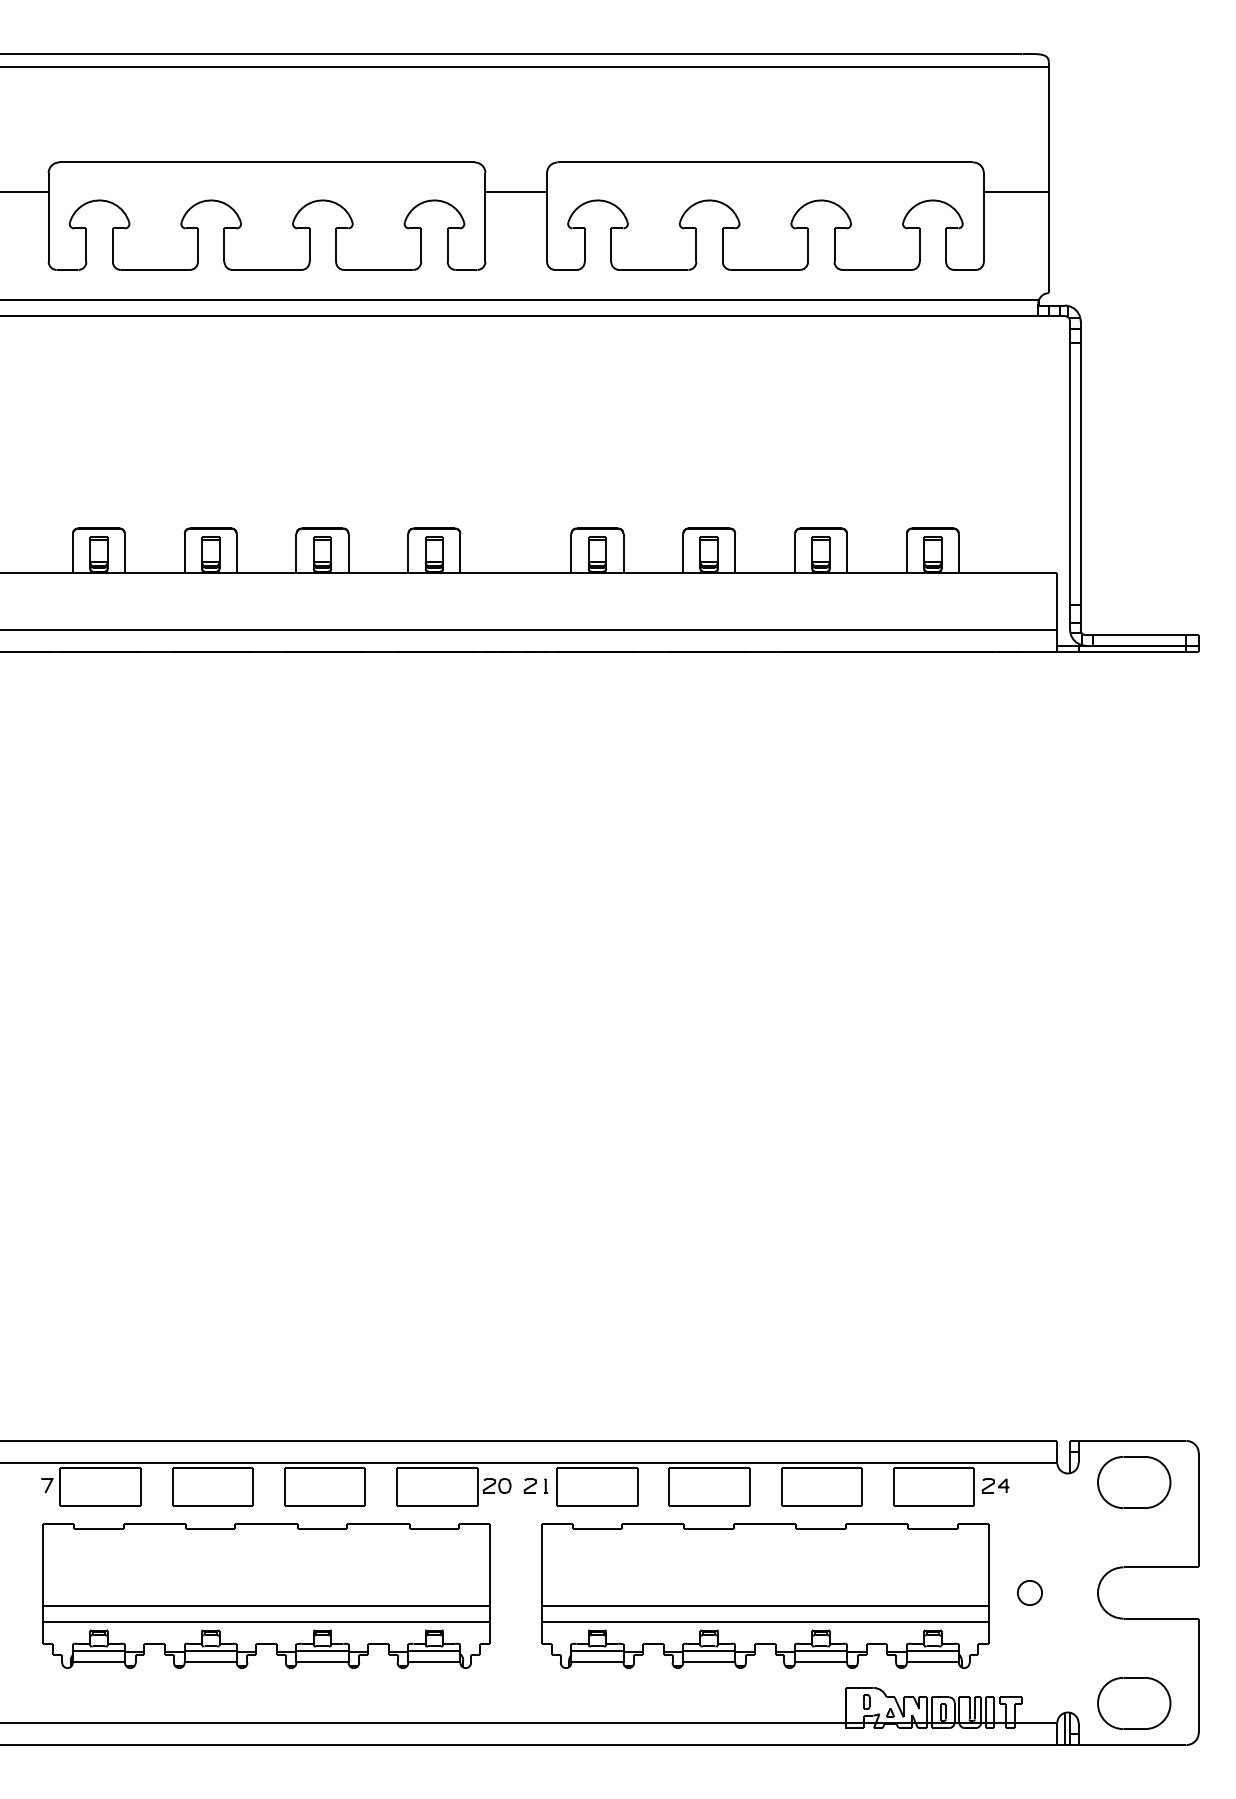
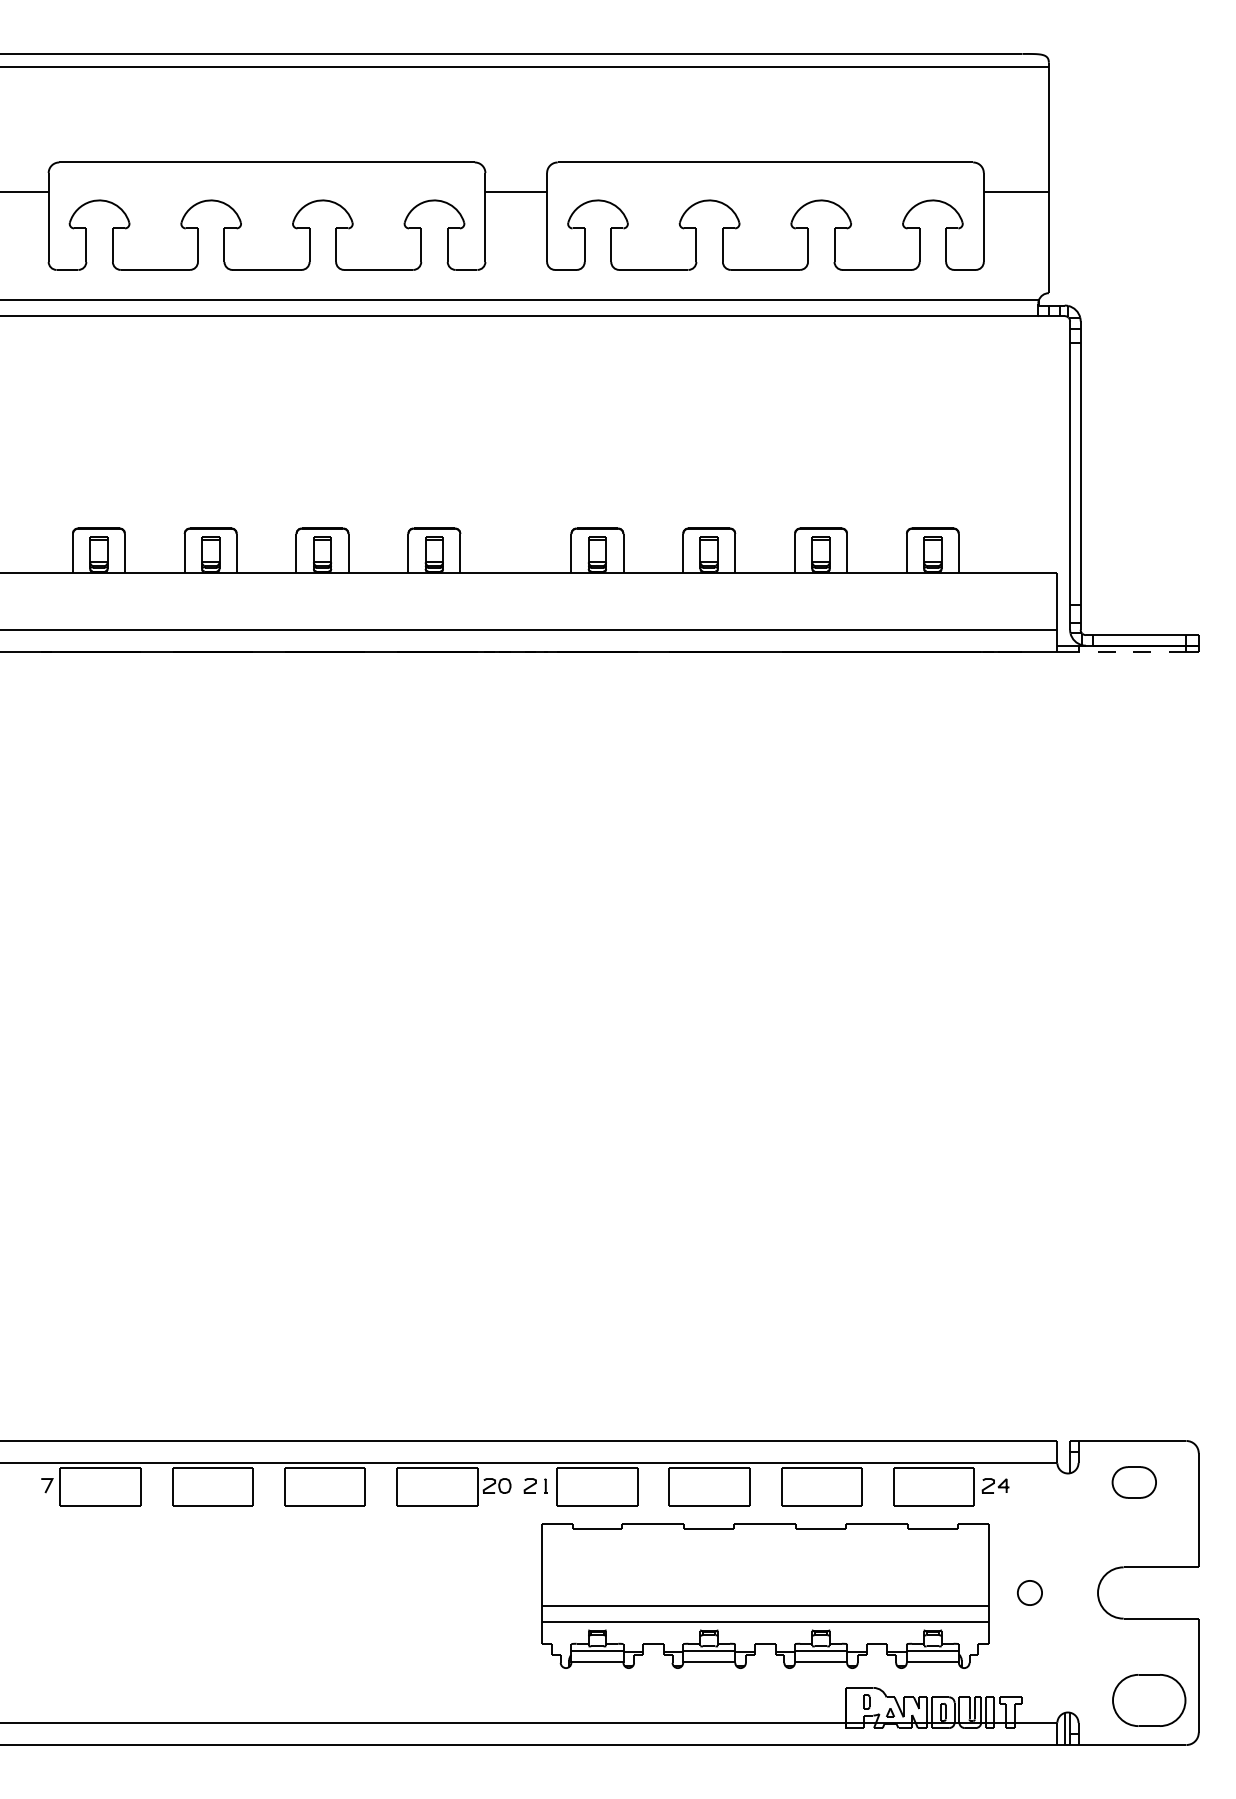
line at (1132, 652): solid -> dashed
part at (1134, 1482) size: 75x53 px -> 46x33 px
part at (266, 1595): present -> none
part at (1134, 1703) position: (1134, 1703) -> (1149, 1700)
